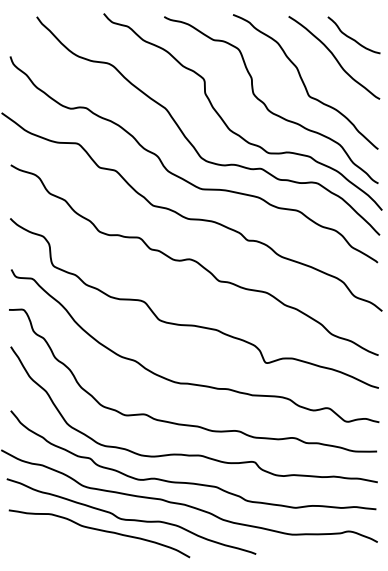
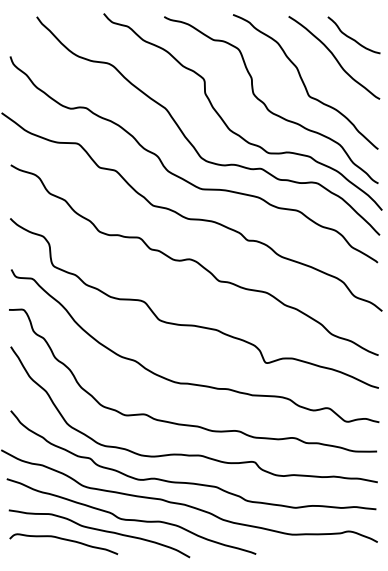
curve at (64, 540): none -> present
